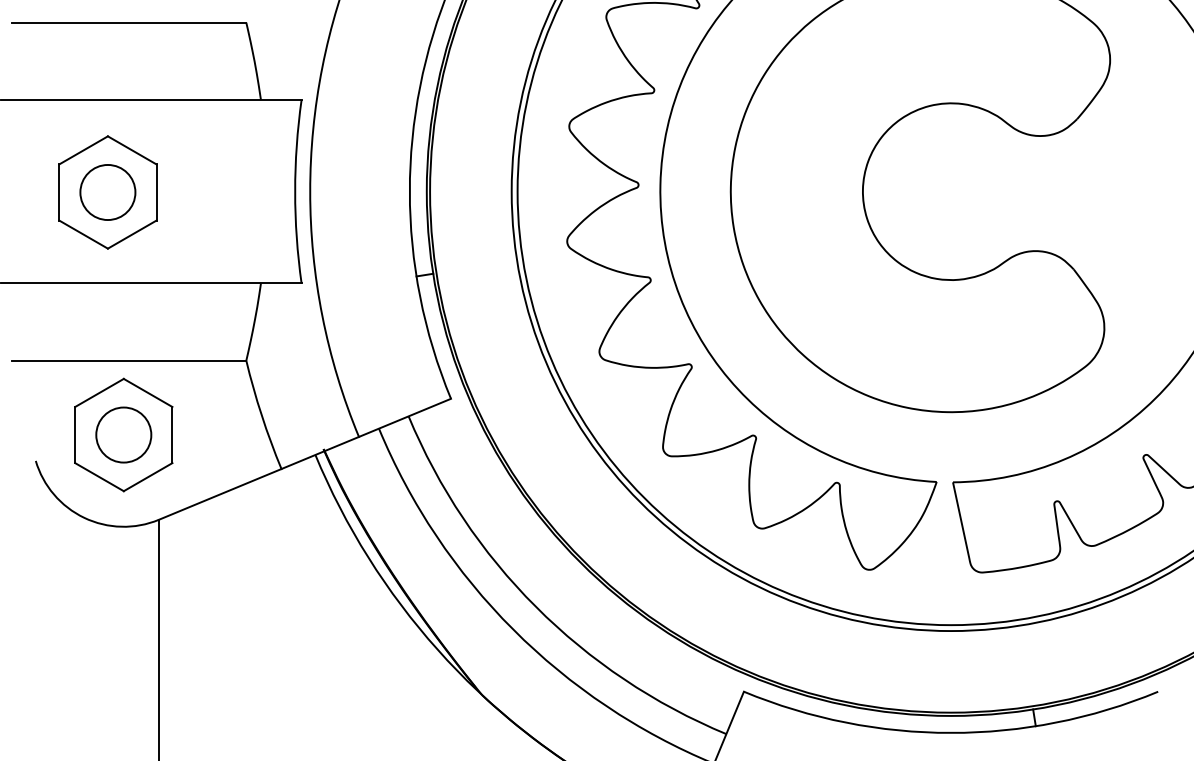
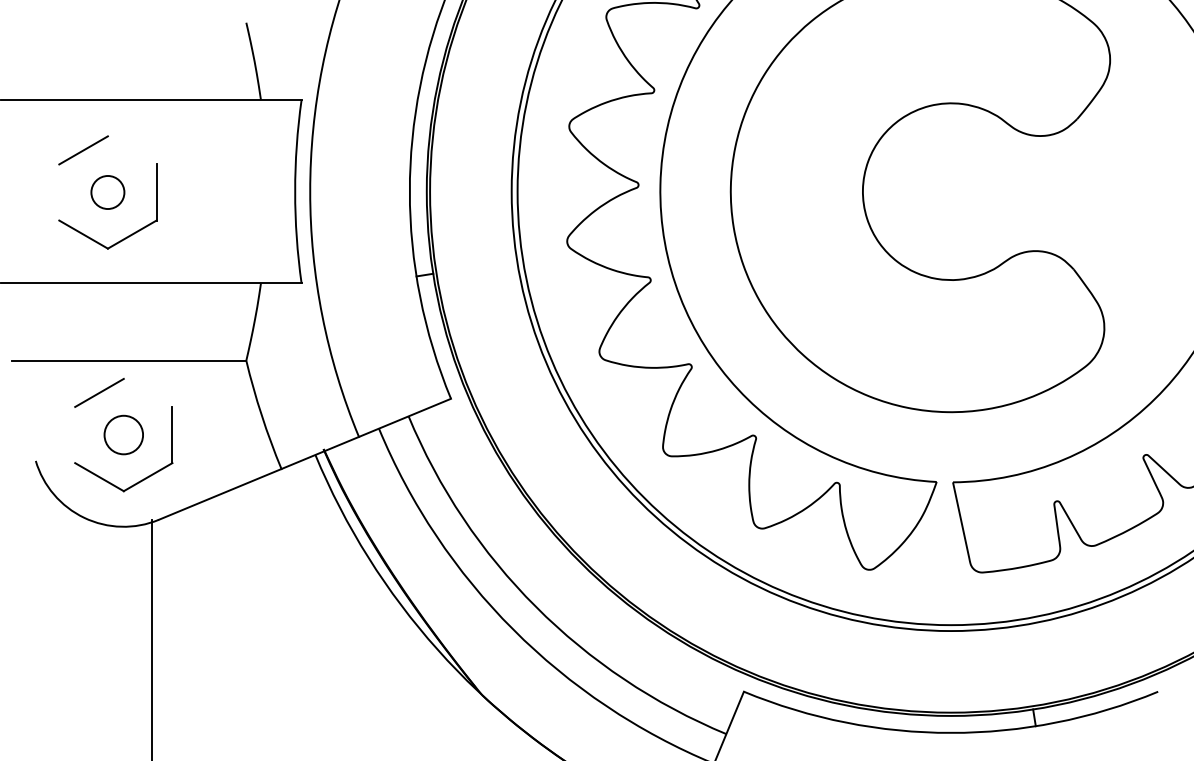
line at (129, 22): present -> none
line at (131, 150): present -> none
line at (59, 192): present -> none
circle at (107, 192) diameter: 55 px -> 33 px
line at (147, 392): present -> none
line at (75, 434): present -> none
circle at (123, 434) diameter: 55 px -> 39 px
line at (159, 638) position: (159, 638) -> (152, 638)
